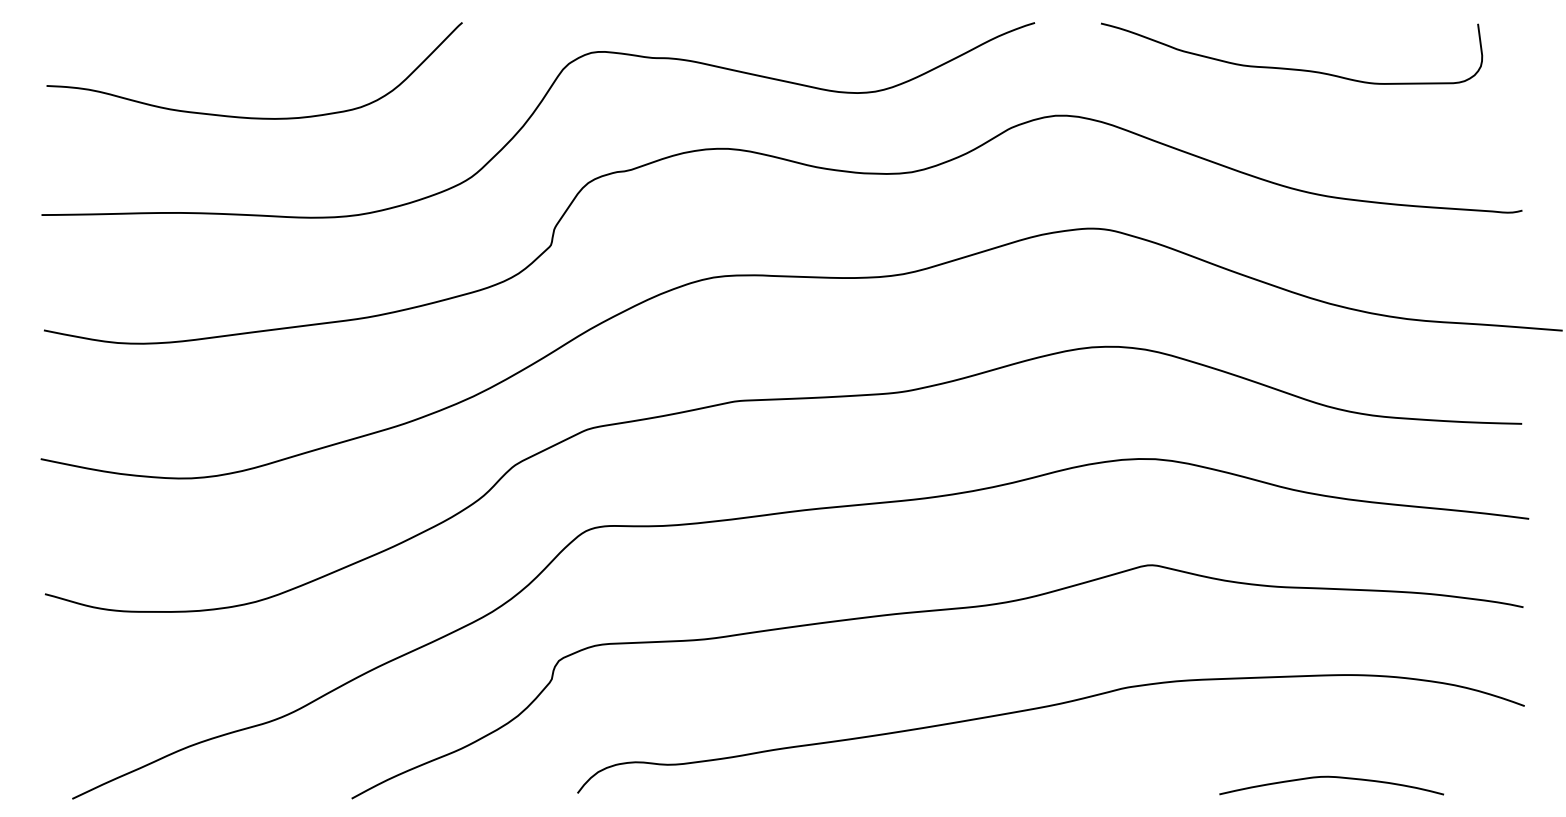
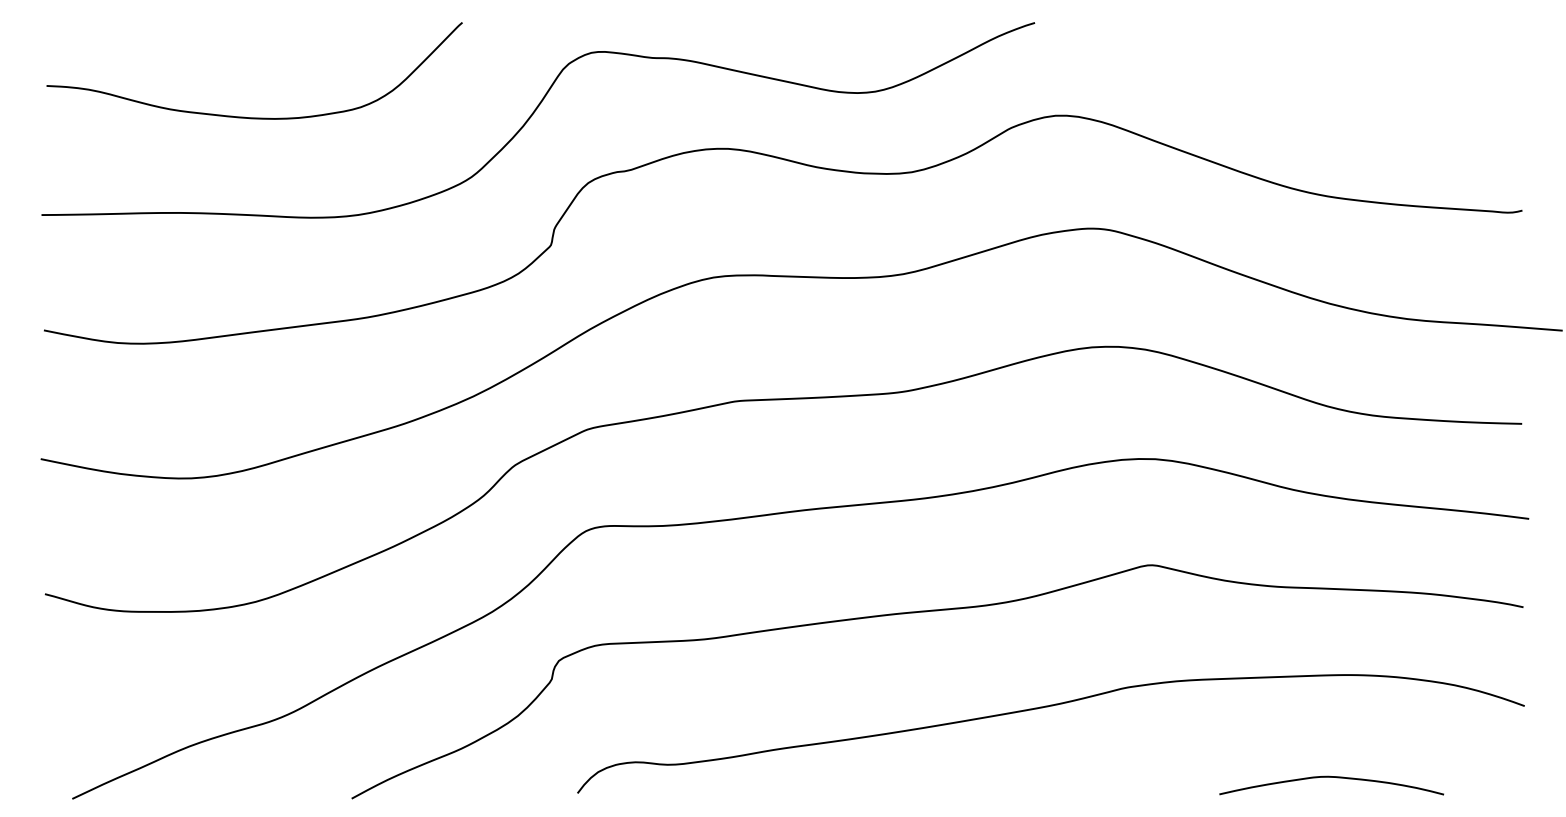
curve at (1292, 68): present -> none
